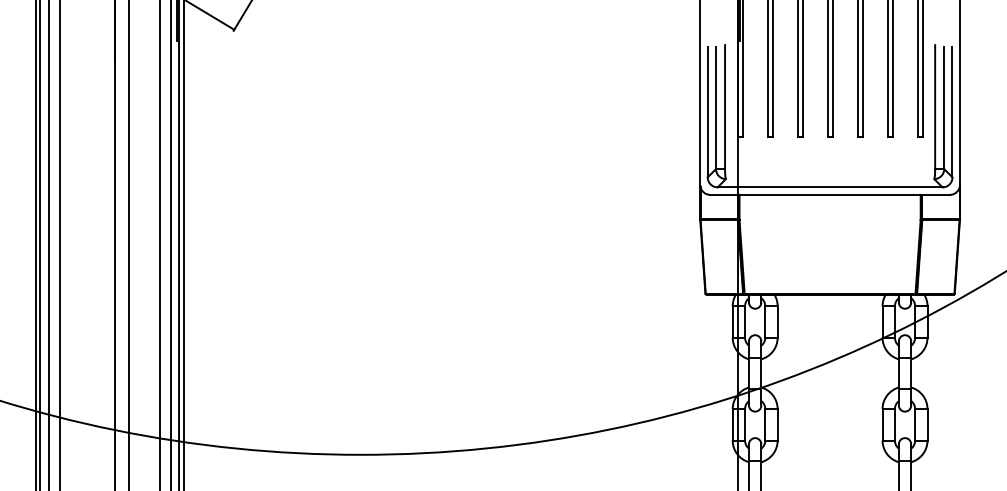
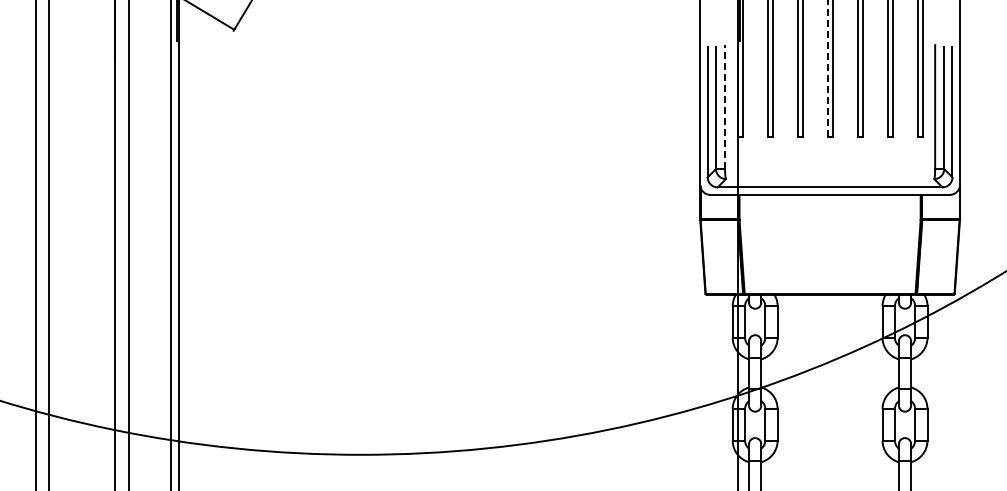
line at (827, 68): solid -> dashed
line at (725, 107): solid -> dashed
line at (39, 244): present -> none
line at (60, 244): present -> none
line at (159, 244): present -> none
line at (184, 244): present -> none
